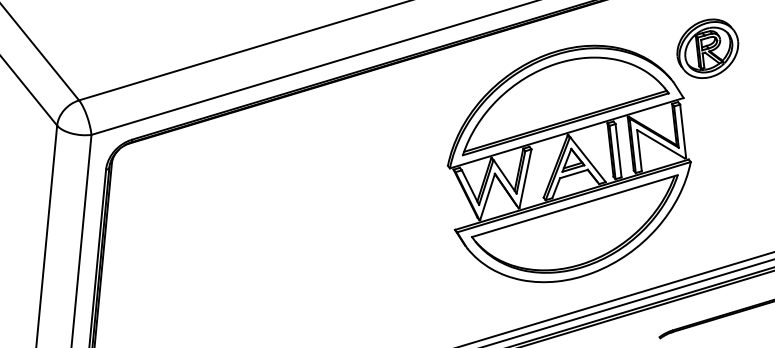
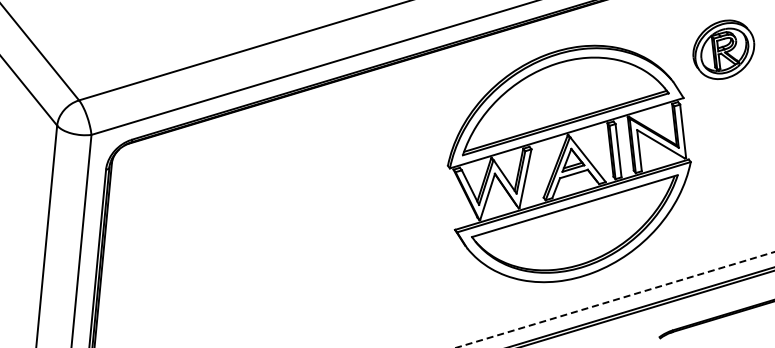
part at (707, 48) position: (707, 48) -> (723, 49)
line at (614, 300): solid -> dashed
line at (630, 302): present -> none
